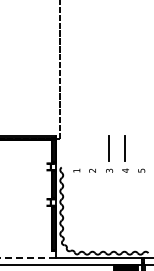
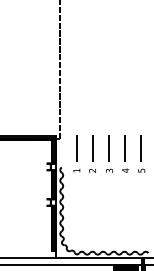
line at (92, 147): none -> present
line at (141, 147): none -> present
line at (76, 148): none -> present
line at (28, 258): dashed -> solid
